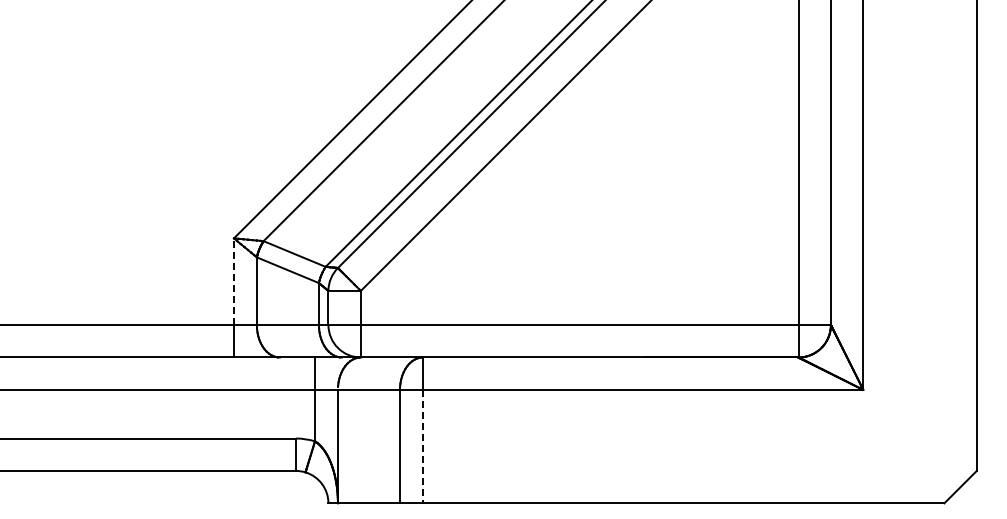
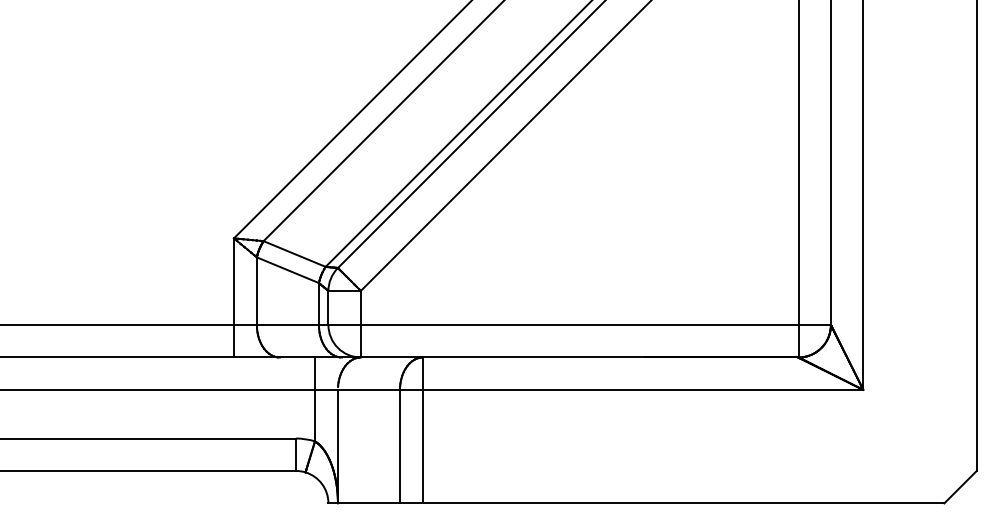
line at (233, 281): dashed -> solid
line at (422, 446): dashed -> solid
